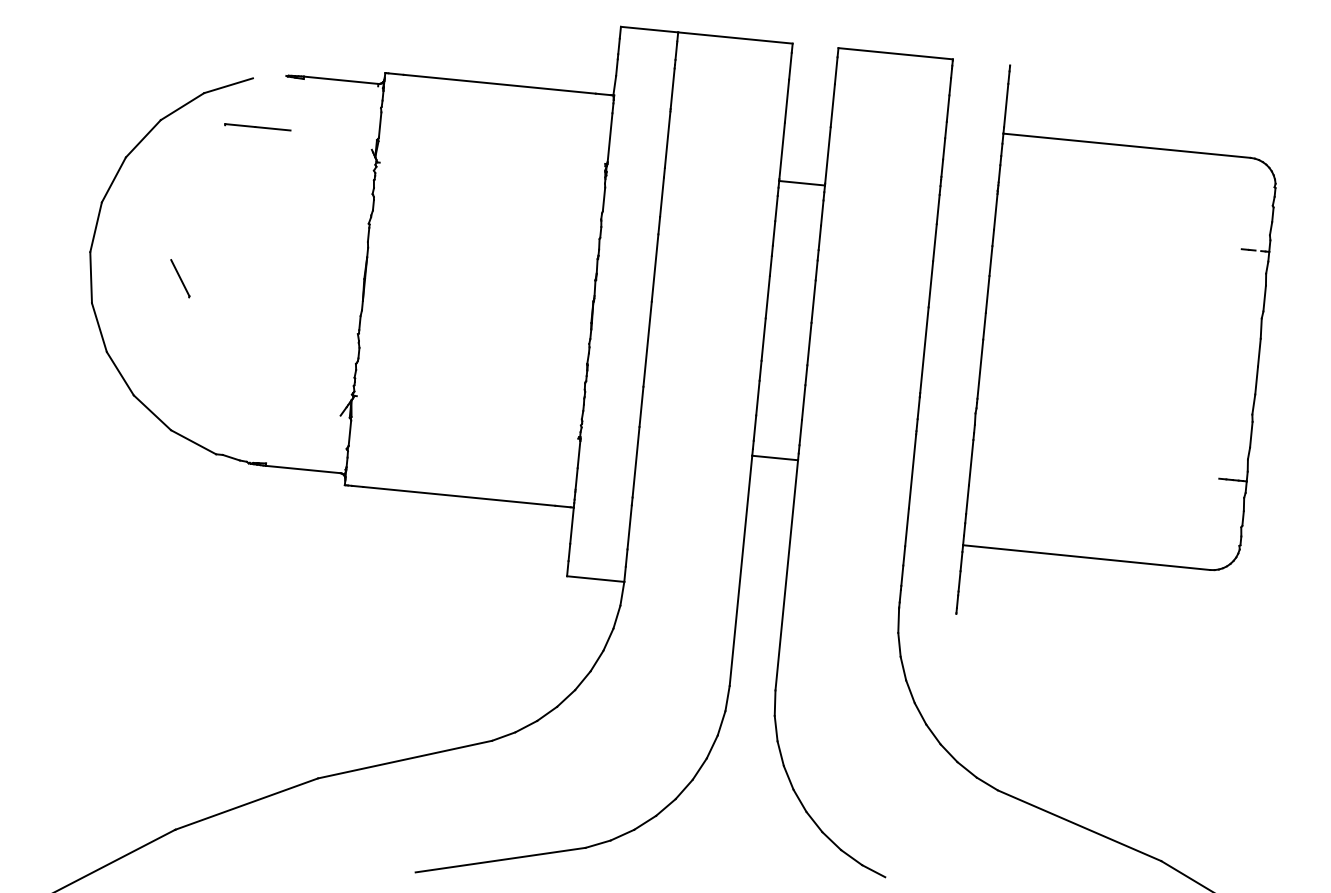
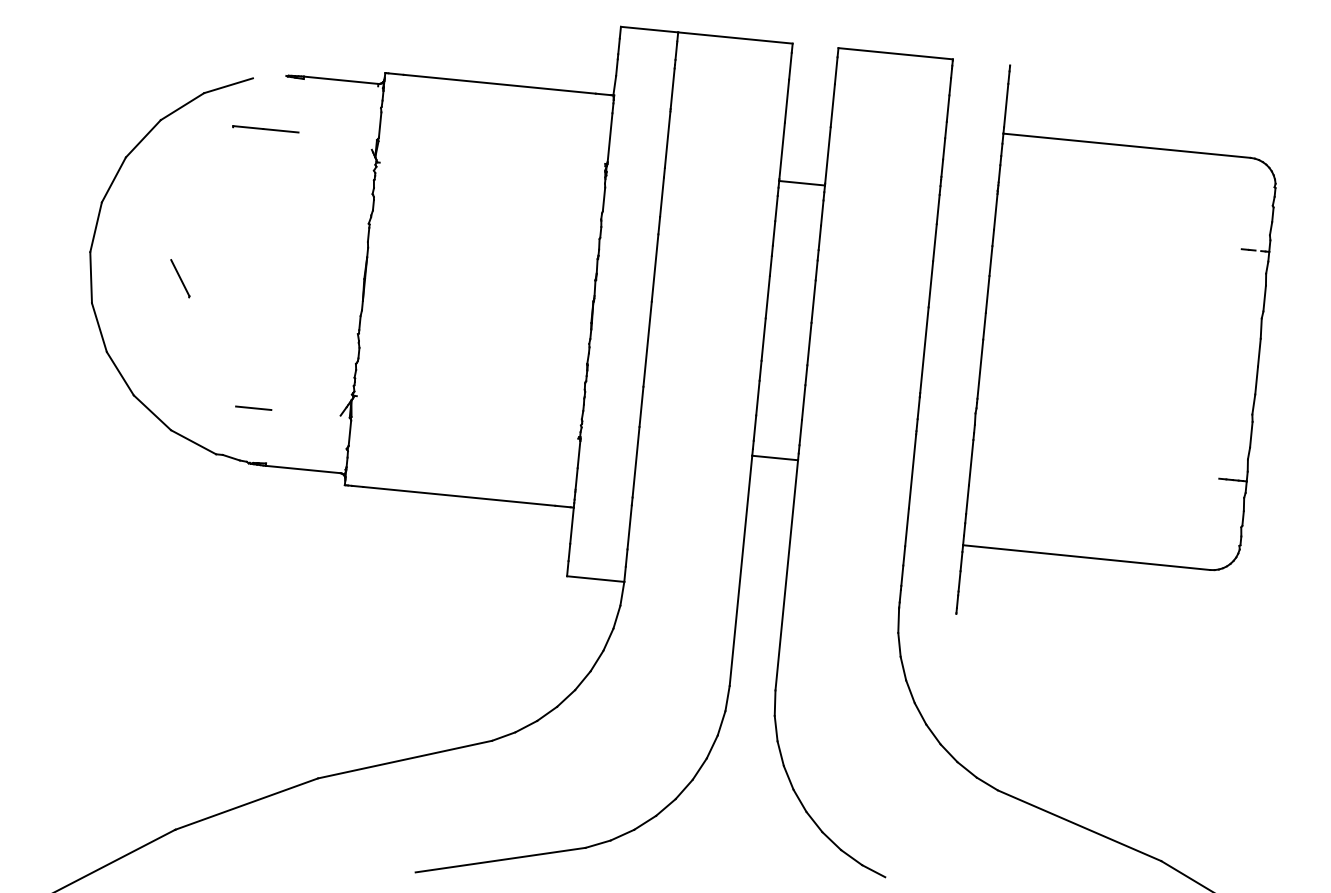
part at (257, 127) position: (257, 127) -> (265, 129)
line at (253, 408): none -> present
